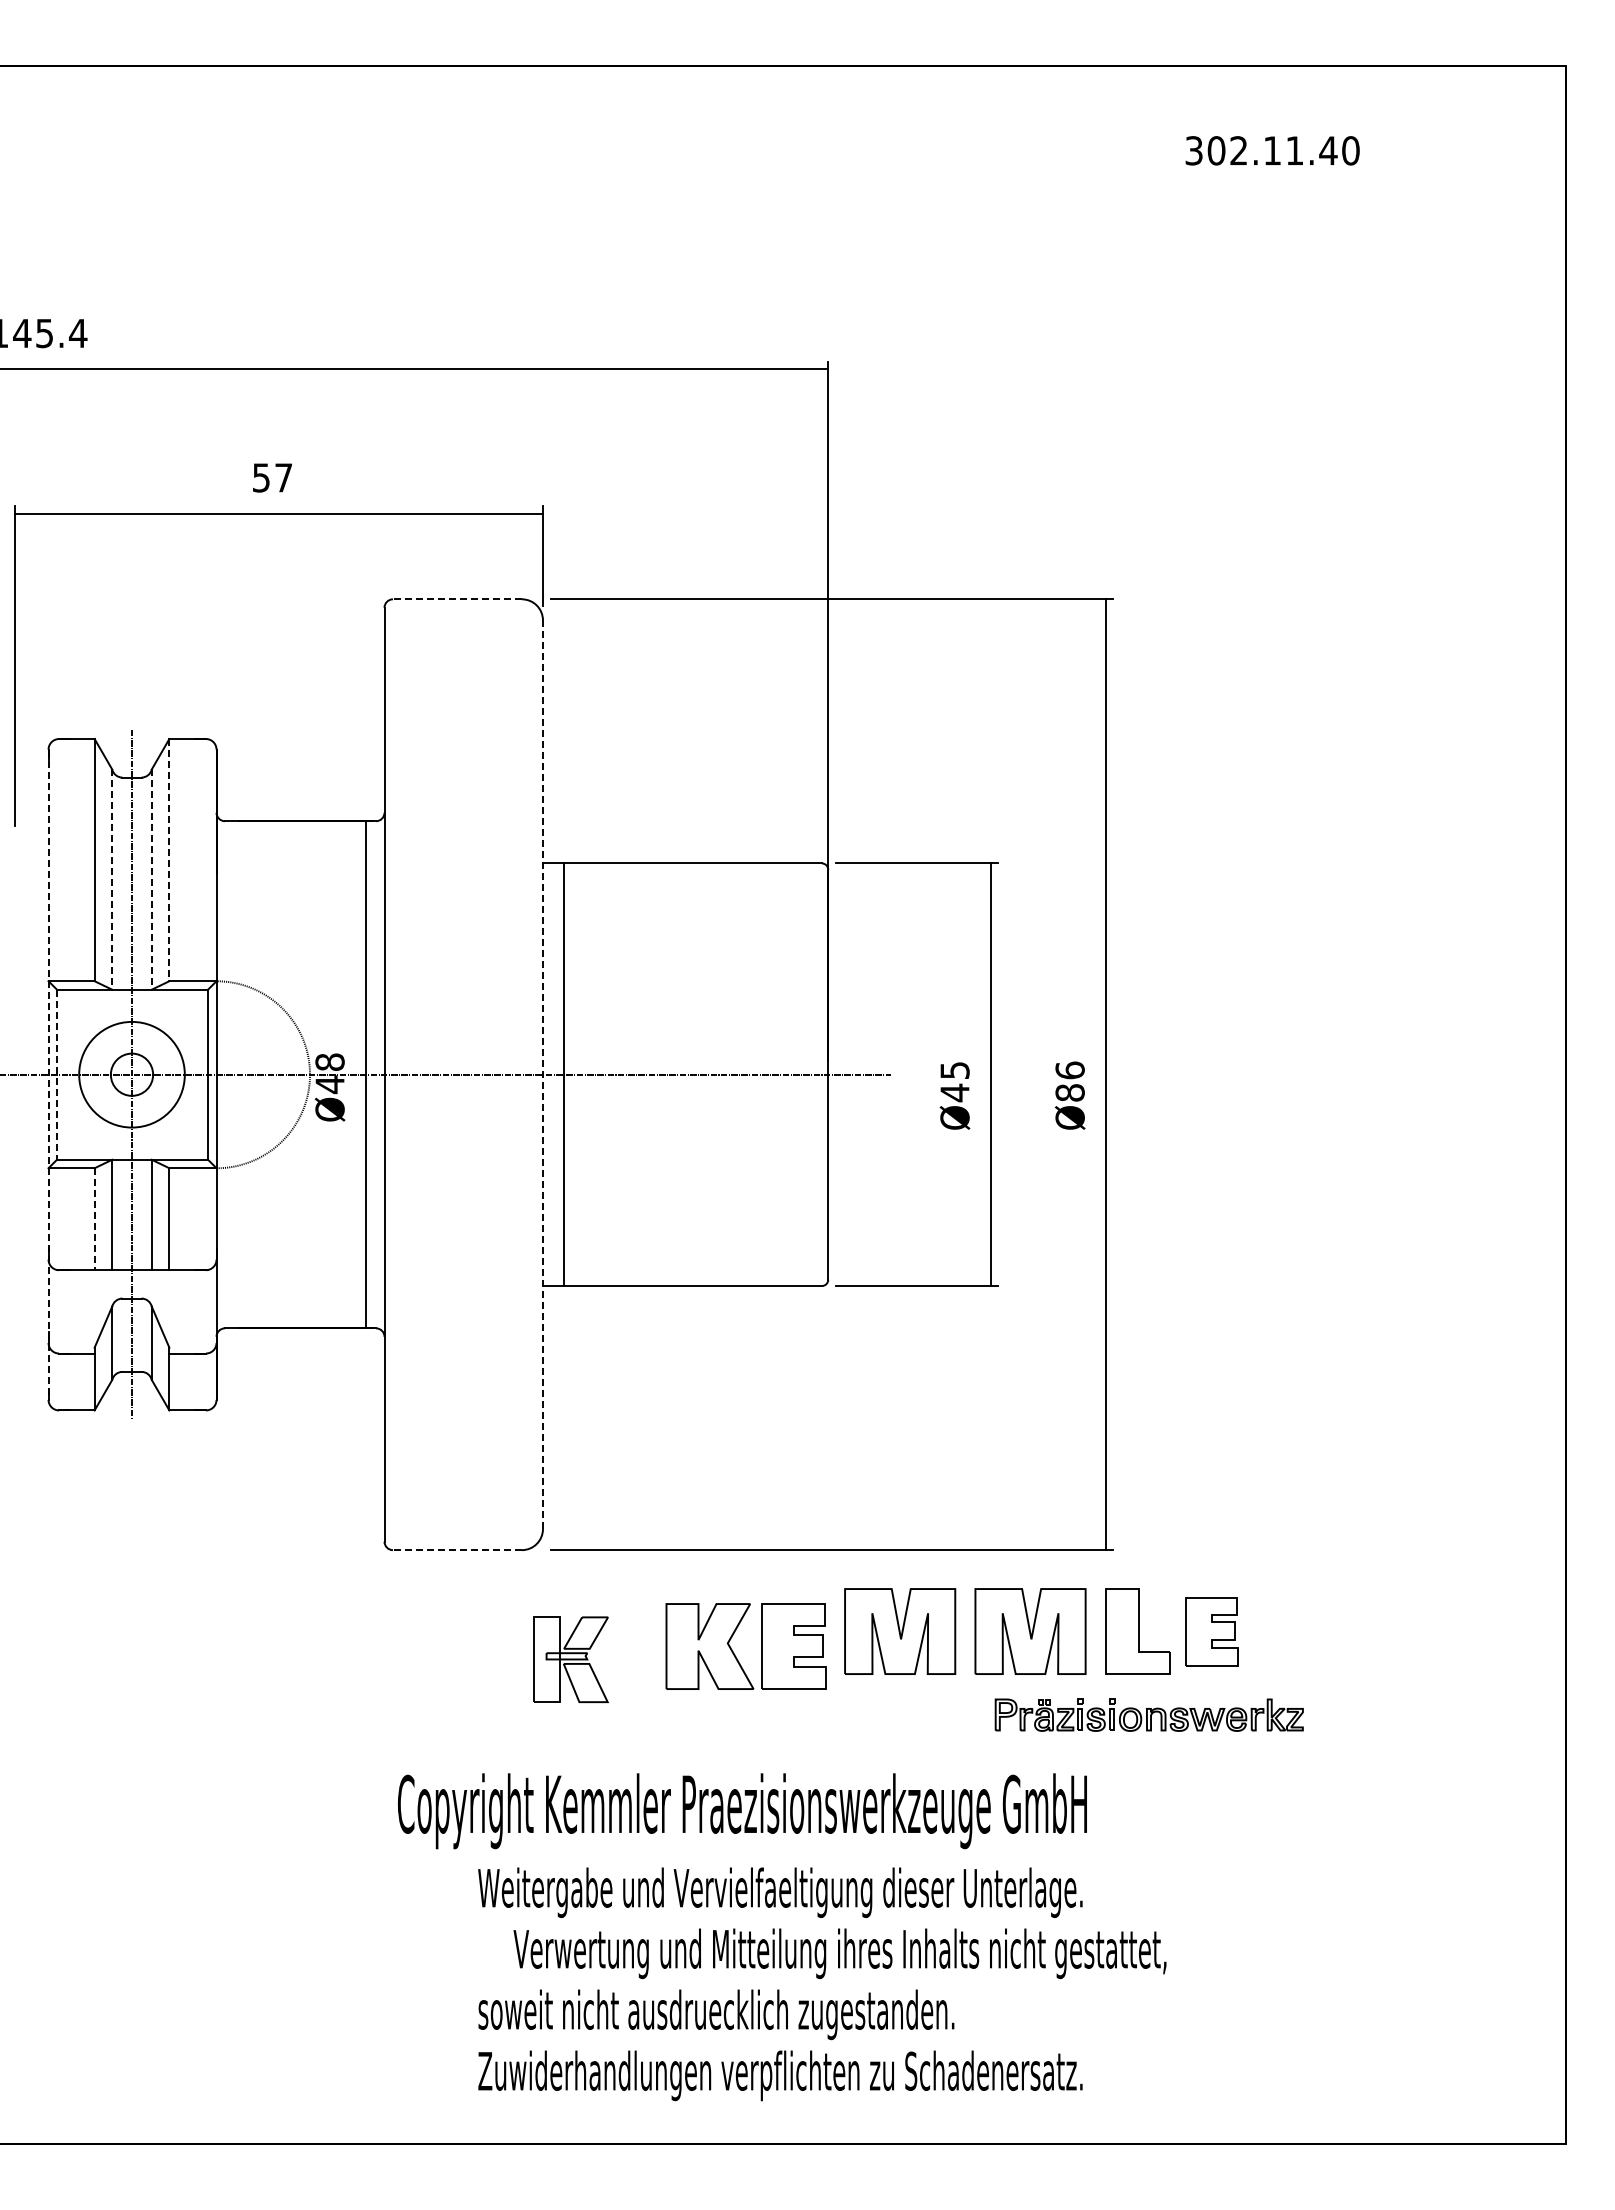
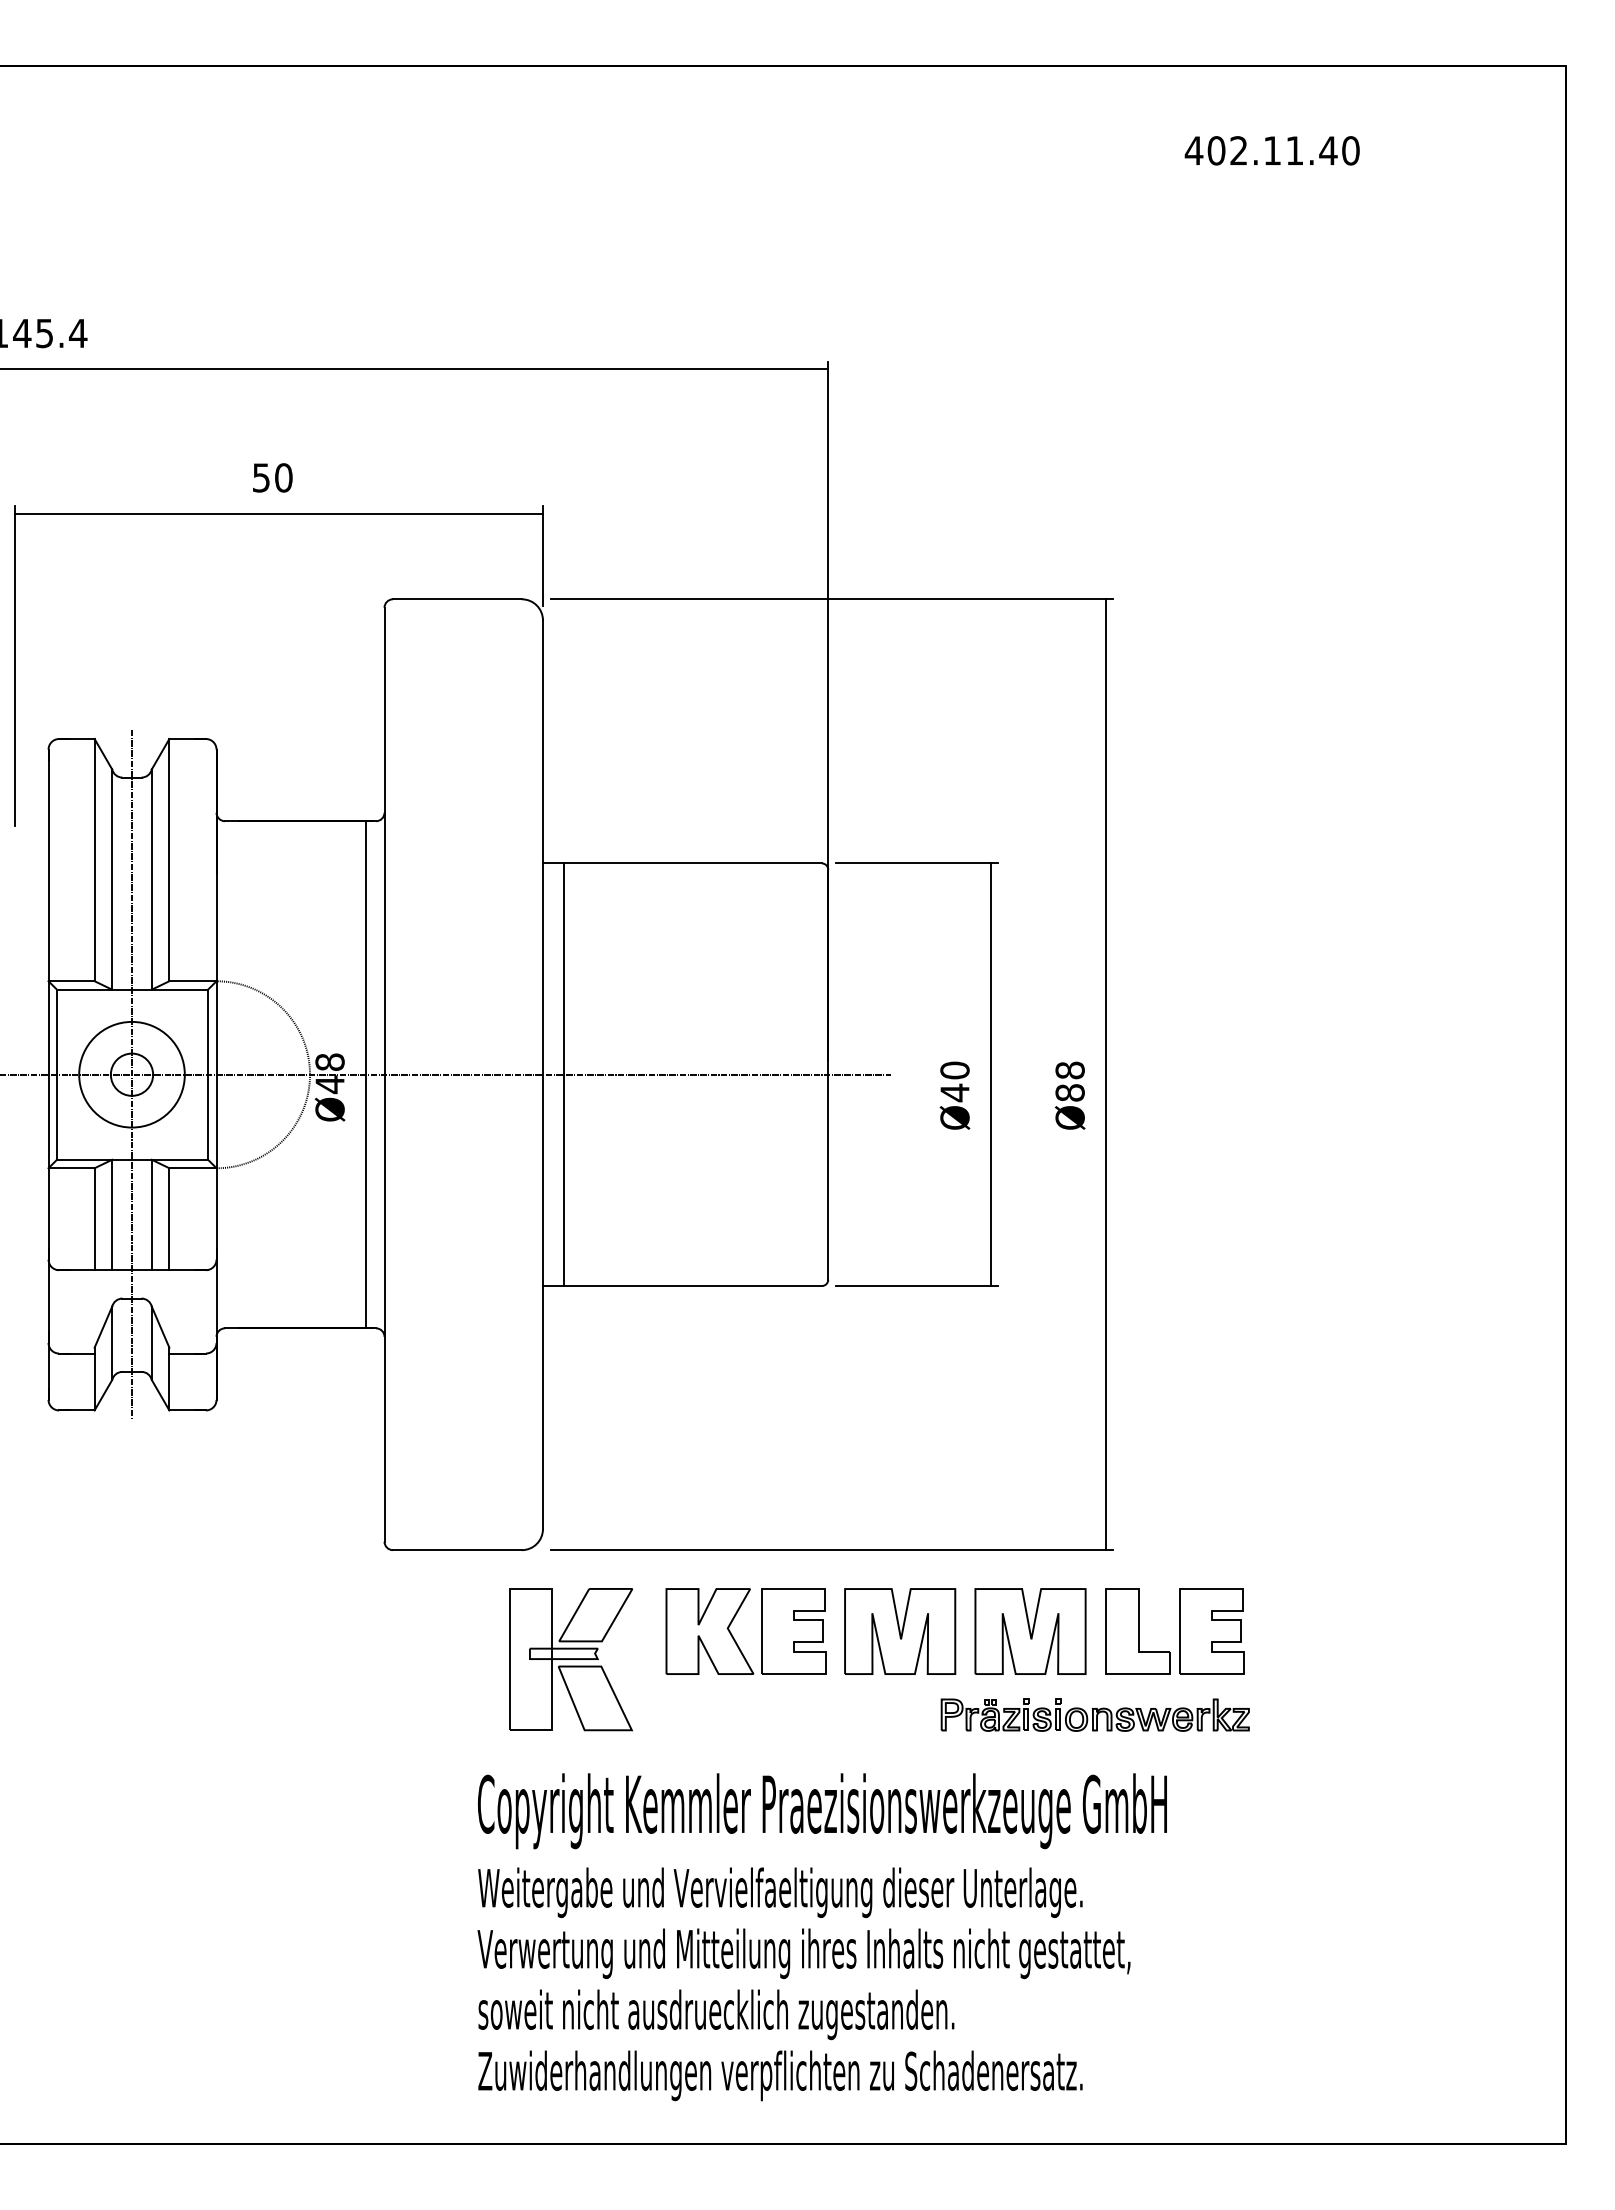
text at (1193, 150): 302.11.40 -> 402.11.40
text at (283, 477): 57 -> 50
line at (456, 599): dashed -> solid
line at (169, 860): dashed -> solid
line at (112, 880): dashed -> solid
line at (151, 880): dashed -> solid
text at (954, 1070): Ø45 -> Ø40
text at (1069, 1070): Ø86 -> Ø88
line at (48, 1075): dashed -> solid
line at (57, 1075): dashed -> solid
line at (543, 1075): dashed -> solid
line at (94, 1219): dashed -> solid
line at (456, 1550): dashed -> solid
part at (1211, 1631) size: 54x70 px -> 66x87 px
part at (735, 1654) position: (735, 1654) -> (735, 1639)
part at (570, 1659) size: 76x87 px -> 125x144 px
part at (1148, 1714) position: (1148, 1714) -> (1094, 1714)
text at (742, 1811) position: (742, 1811) -> (822, 1811)
text at (839, 1953) position: (839, 1953) -> (803, 1953)
